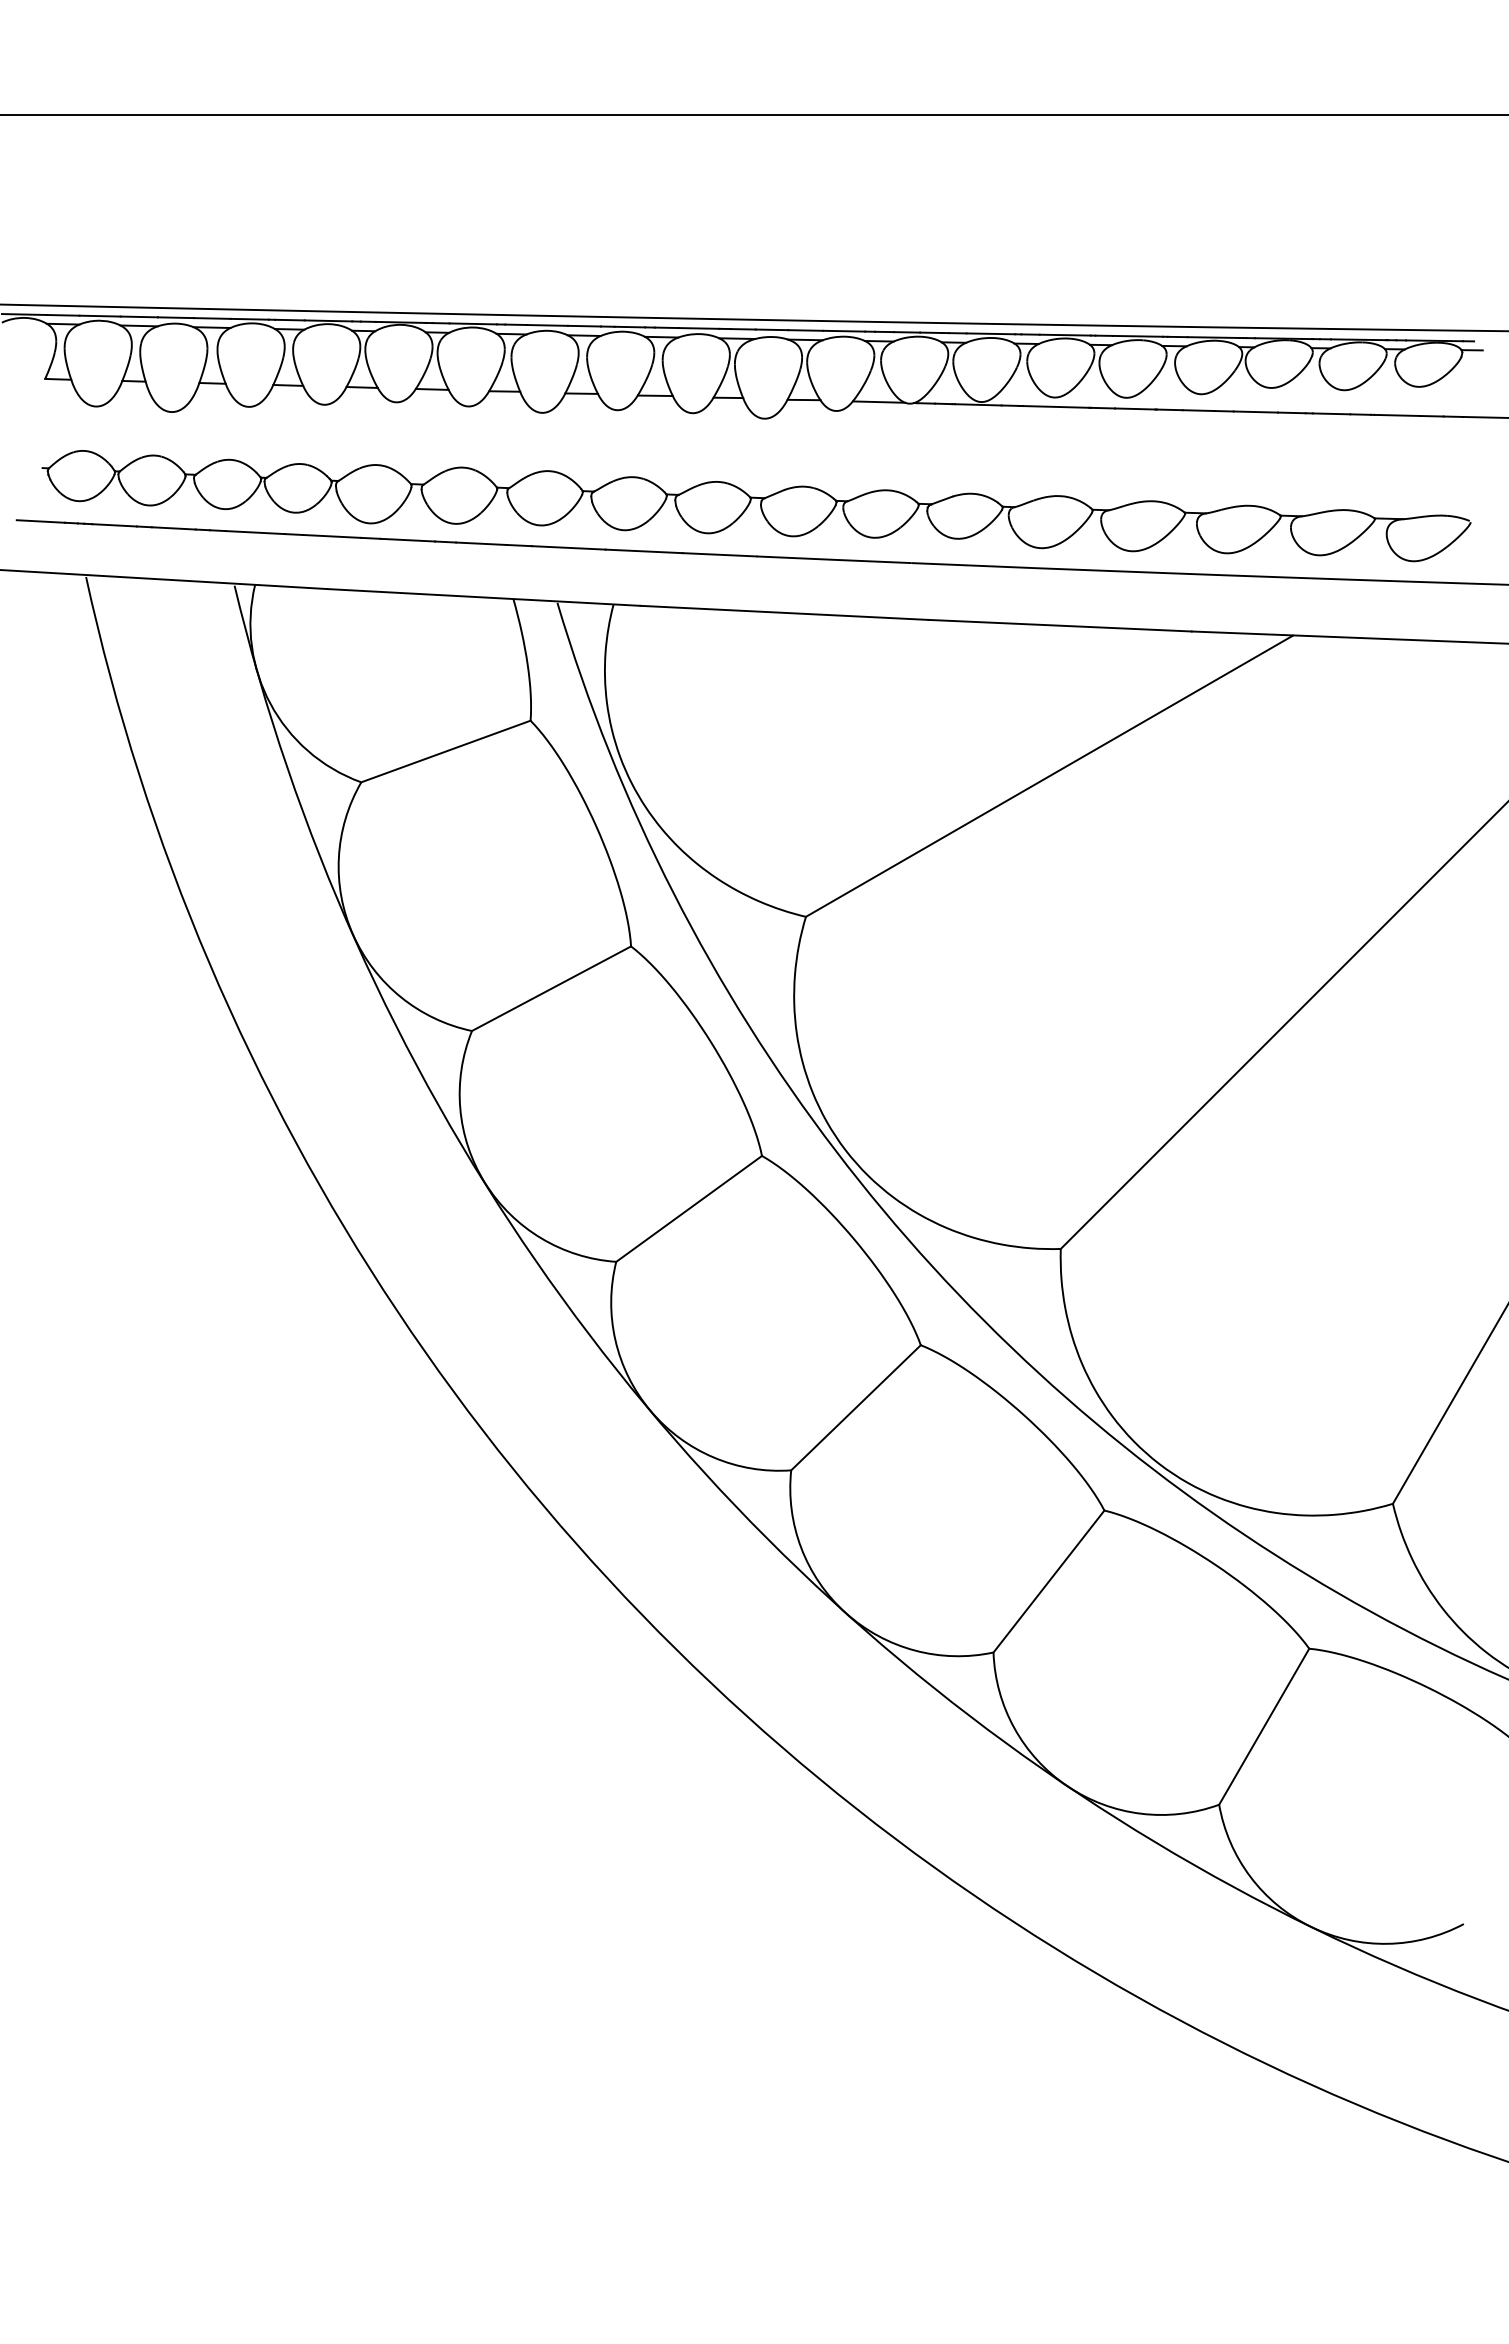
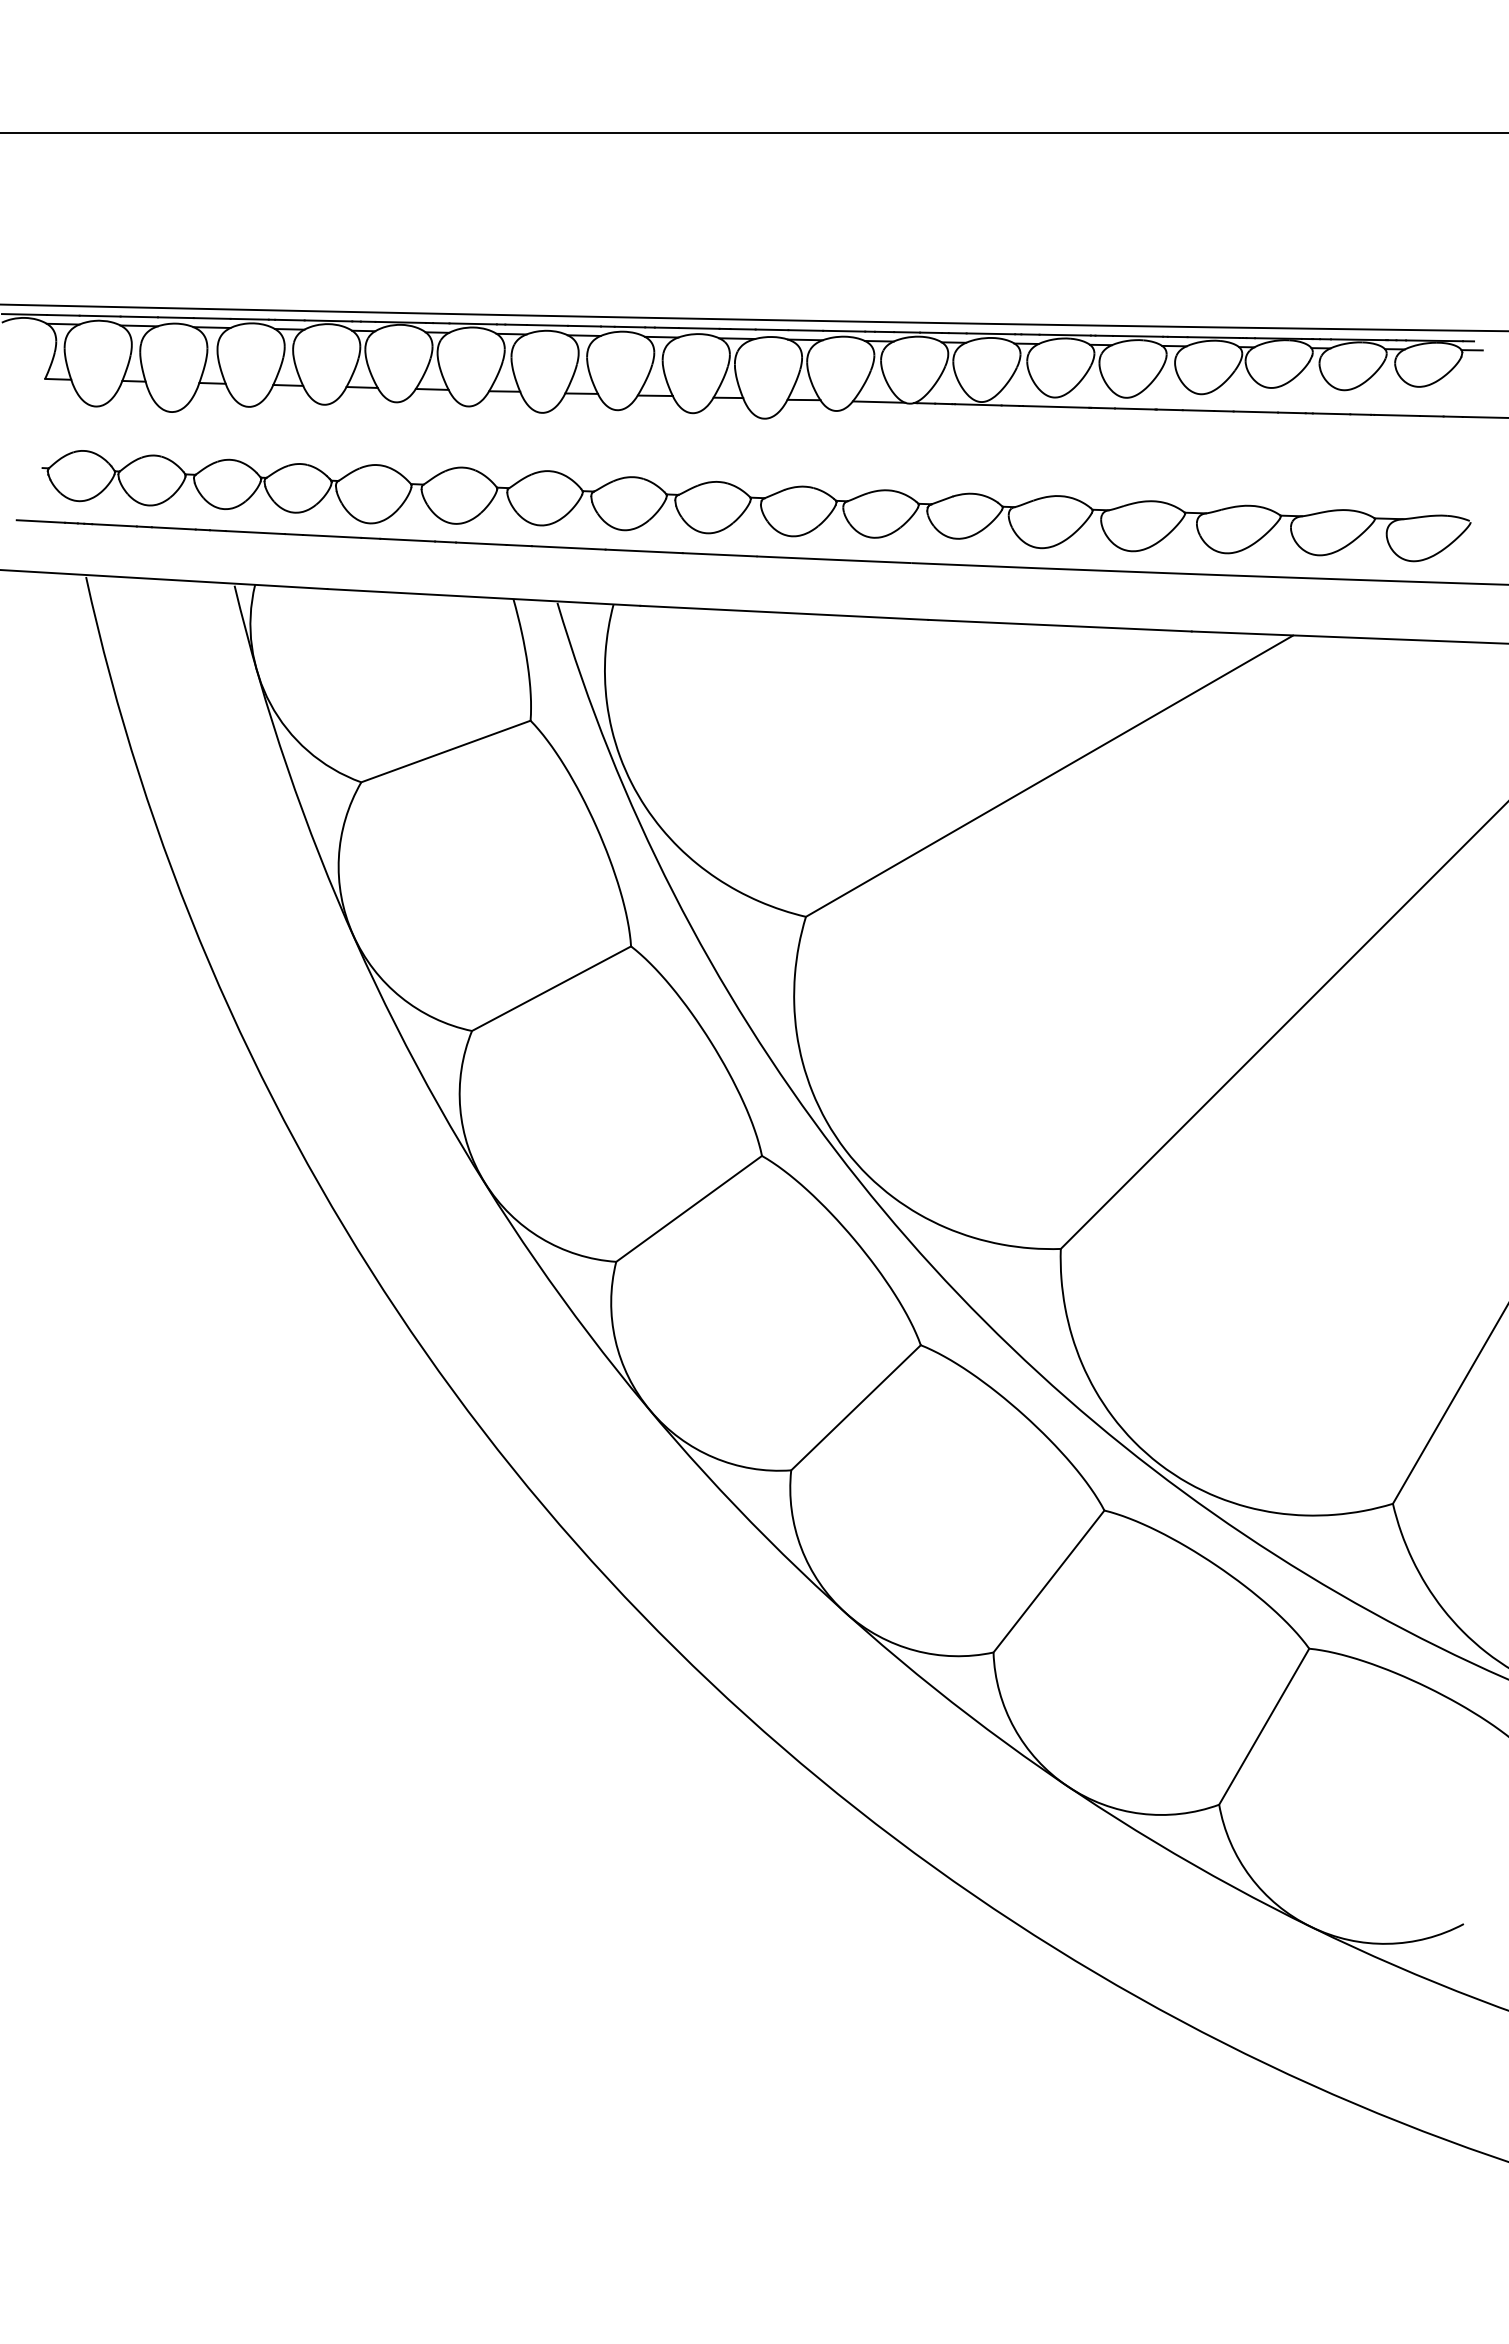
line at (753, 115) position: (753, 115) -> (753, 133)
